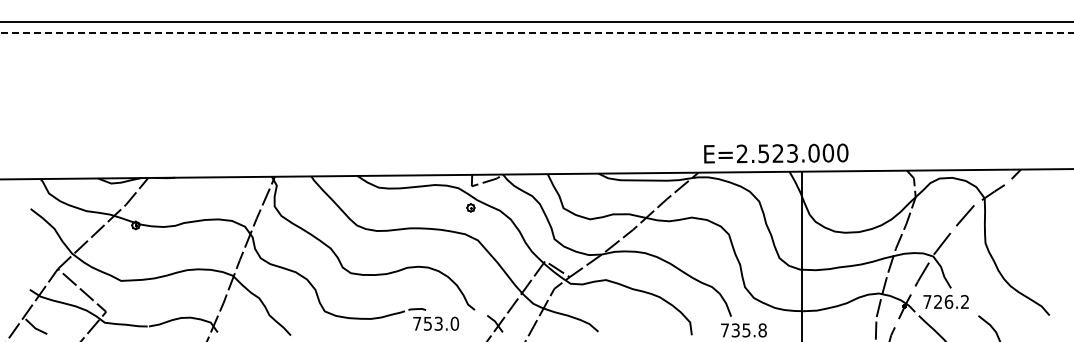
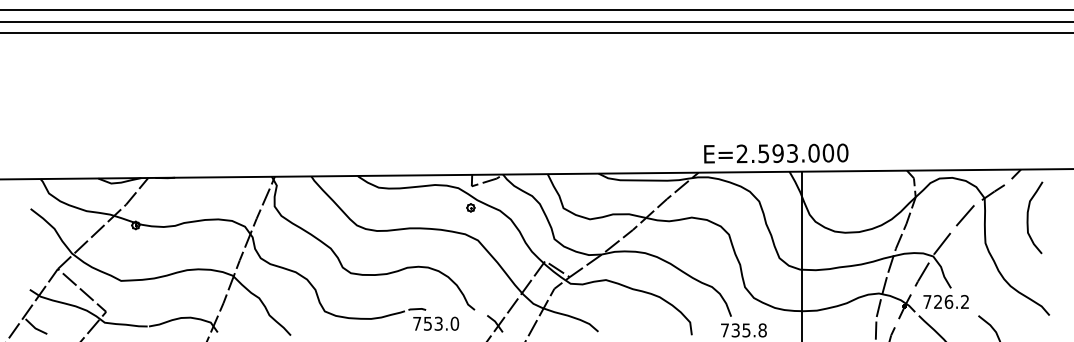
line at (536, 10): none -> present
line at (537, 33): dashed -> solid
text at (777, 153): E=2.523.000 -> E=2.593.000
curve at (1028, 217): none -> present
